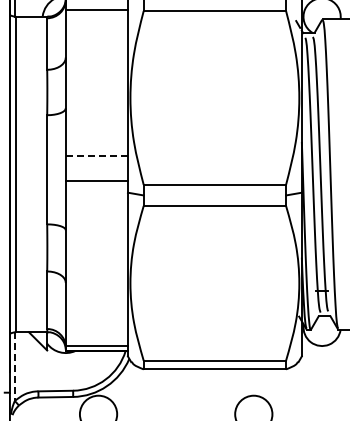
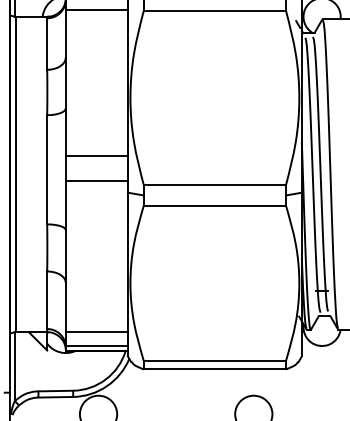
line at (97, 155): dashed -> solid
line at (96, 332): none -> present
line at (14, 367): dashed -> solid
